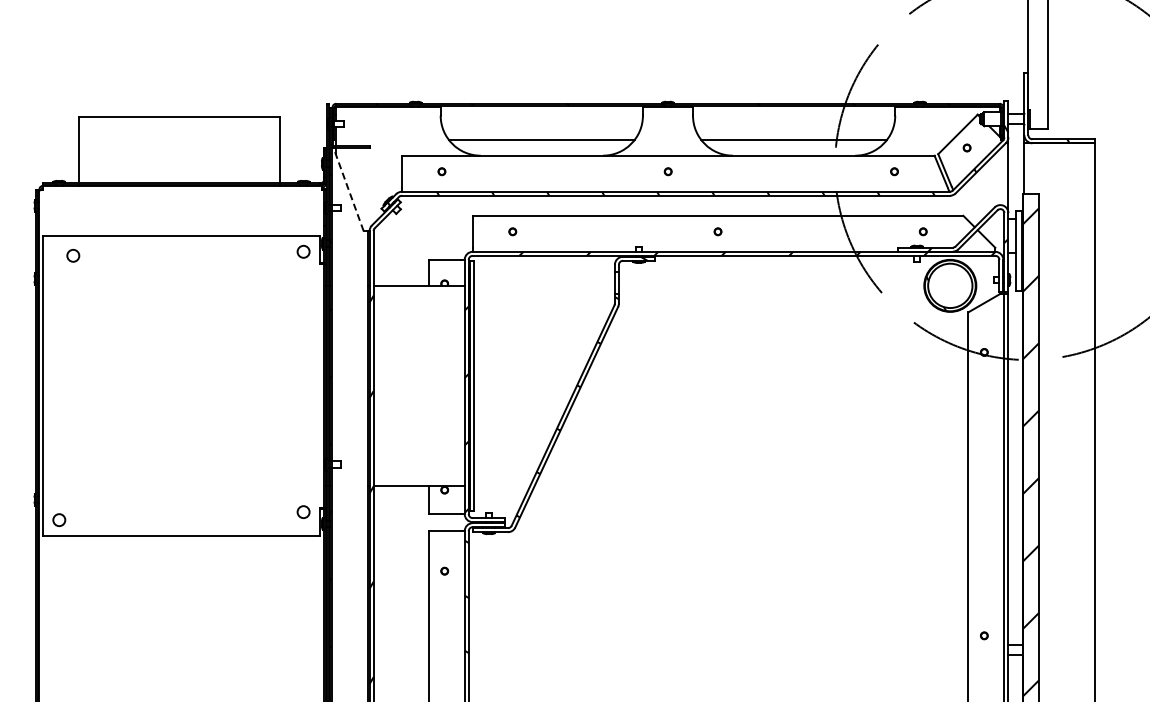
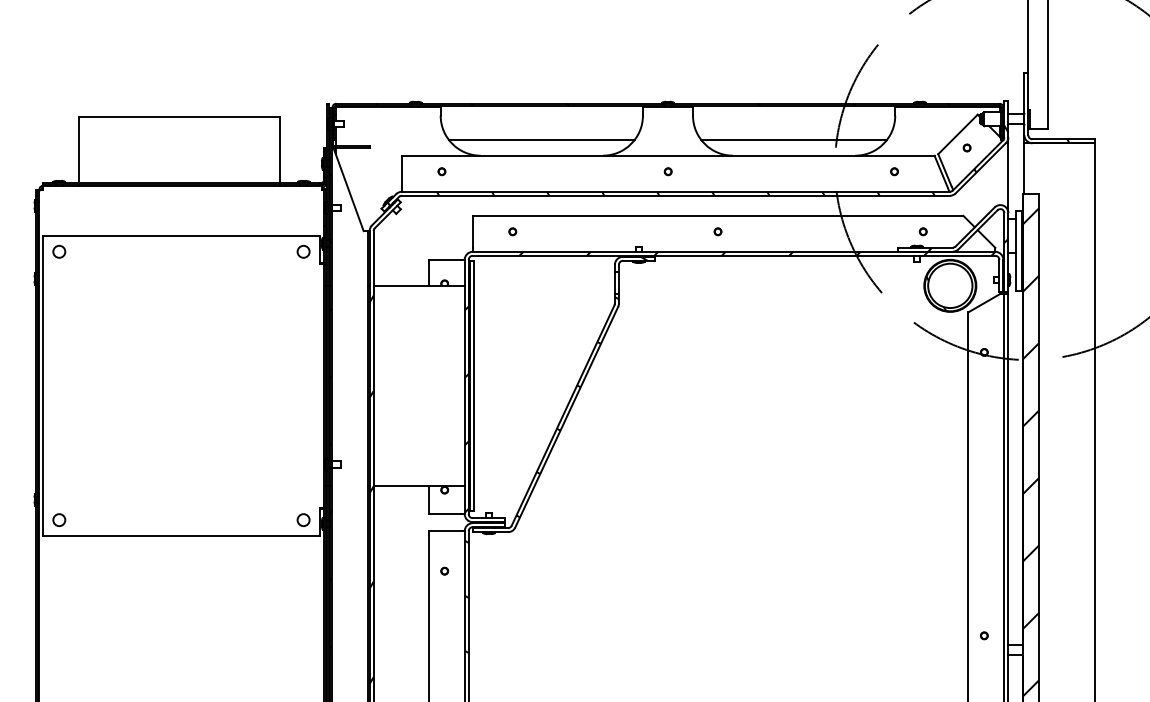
line at (348, 189): dashed -> solid
circle at (73, 255) position: (73, 255) -> (59, 251)
circle at (303, 511) position: (303, 511) -> (303, 519)
